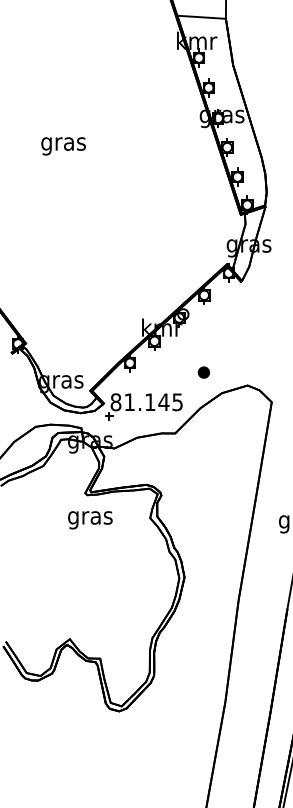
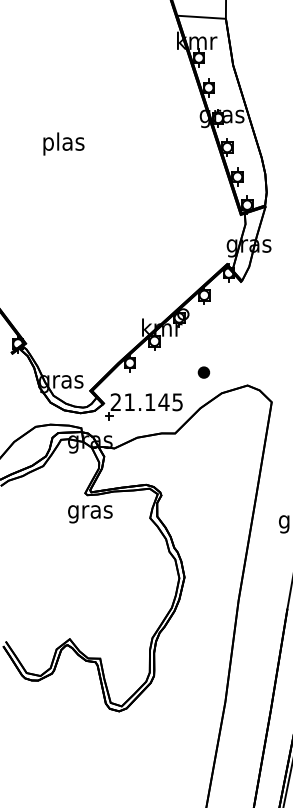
text at (63, 143): gras -> plas
text at (115, 402): 81.145 -> 21.145
text at (90, 520) position: (90, 520) -> (90, 514)
